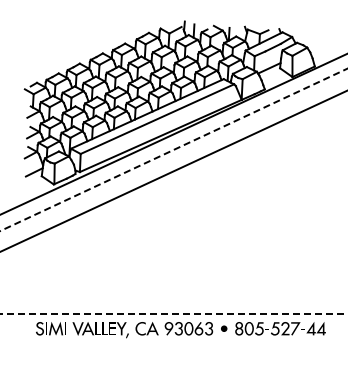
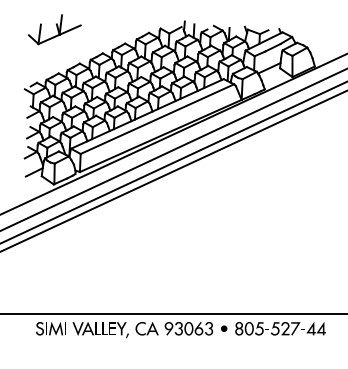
part at (54, 29): none -> present
line at (173, 149): dashed -> solid
line at (173, 162): none -> present
line at (174, 314): dashed -> solid
